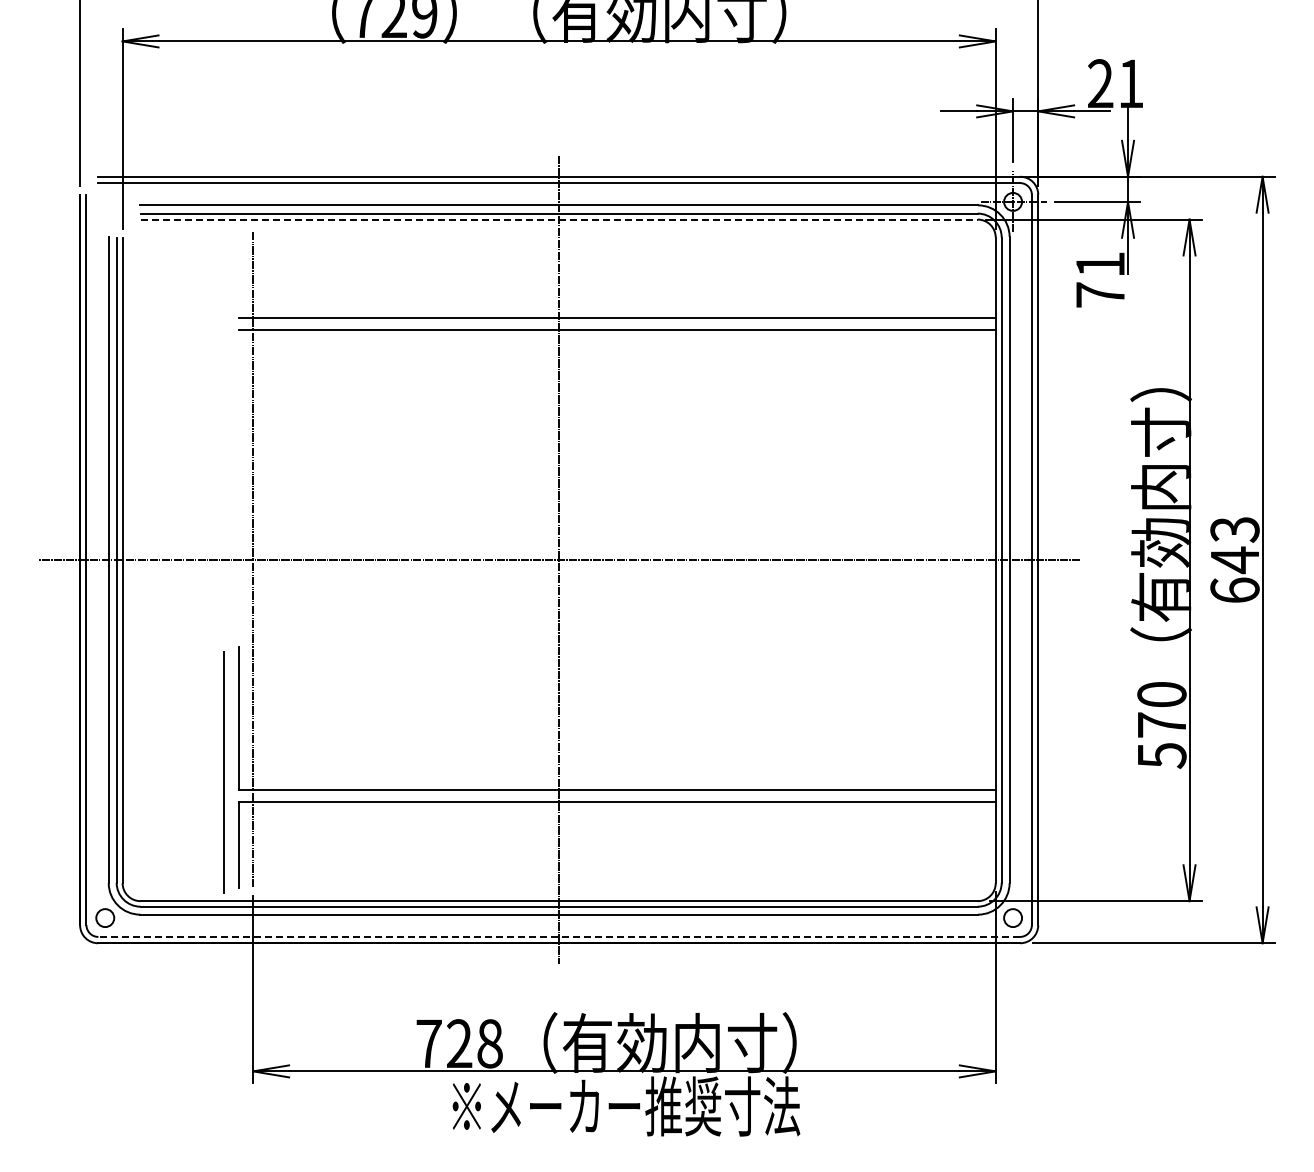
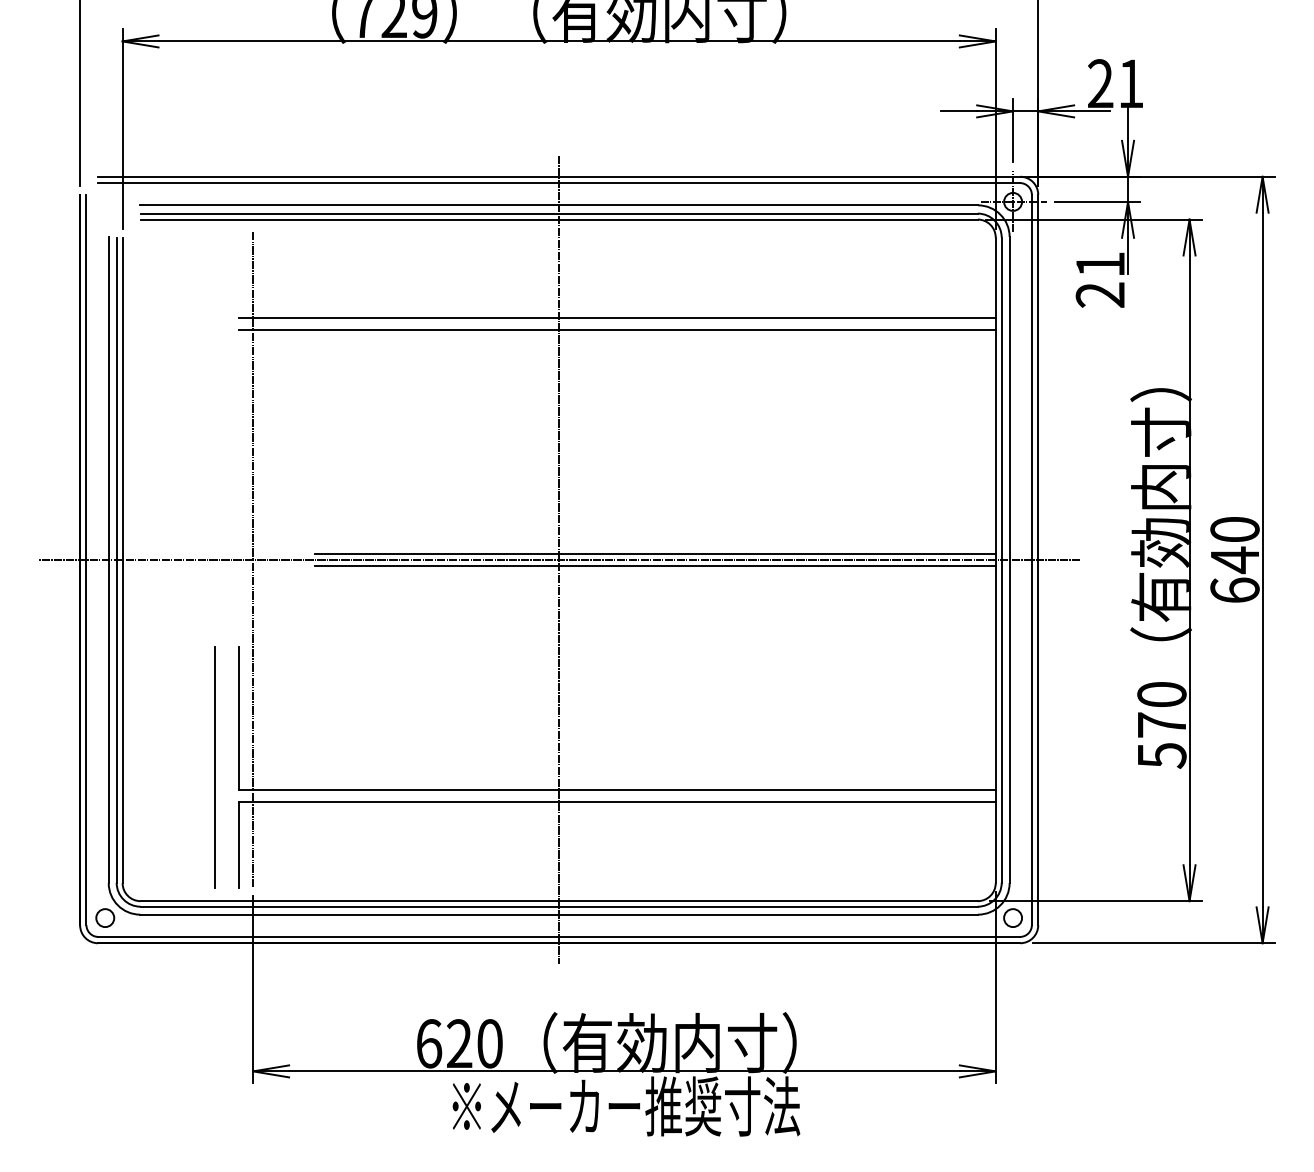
line at (559, 219): dashed -> solid
text at (1099, 294): 71 -> 21
text at (1234, 529): 643 -> 640
line at (654, 554): none -> present
line at (654, 566): none -> present
line at (223, 772) position: (223, 772) -> (214, 767)
line at (559, 936): dashed -> solid
text at (459, 1043): 728 -> 620
